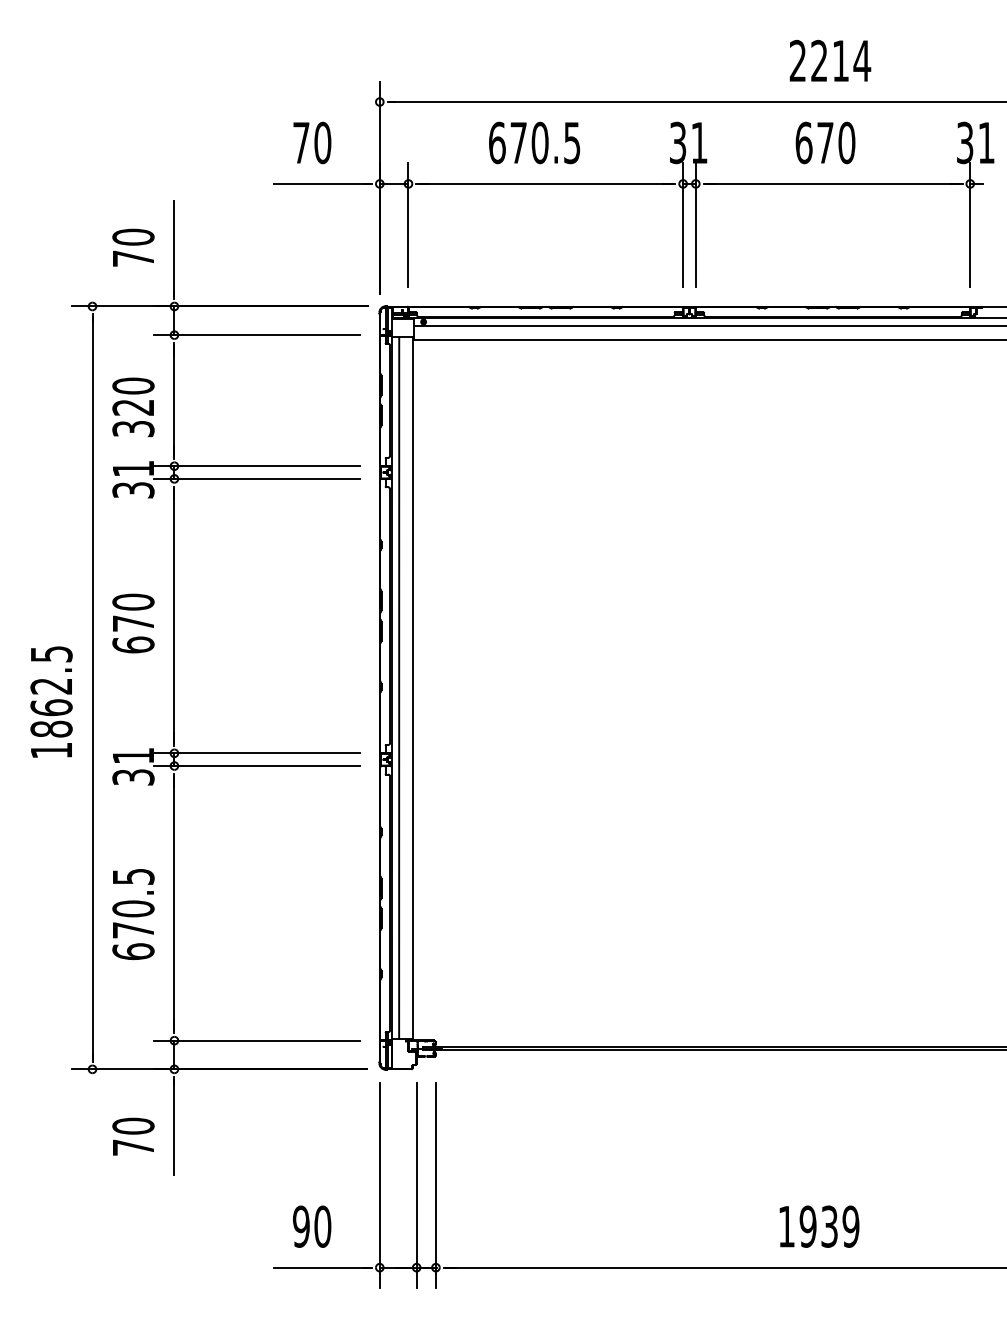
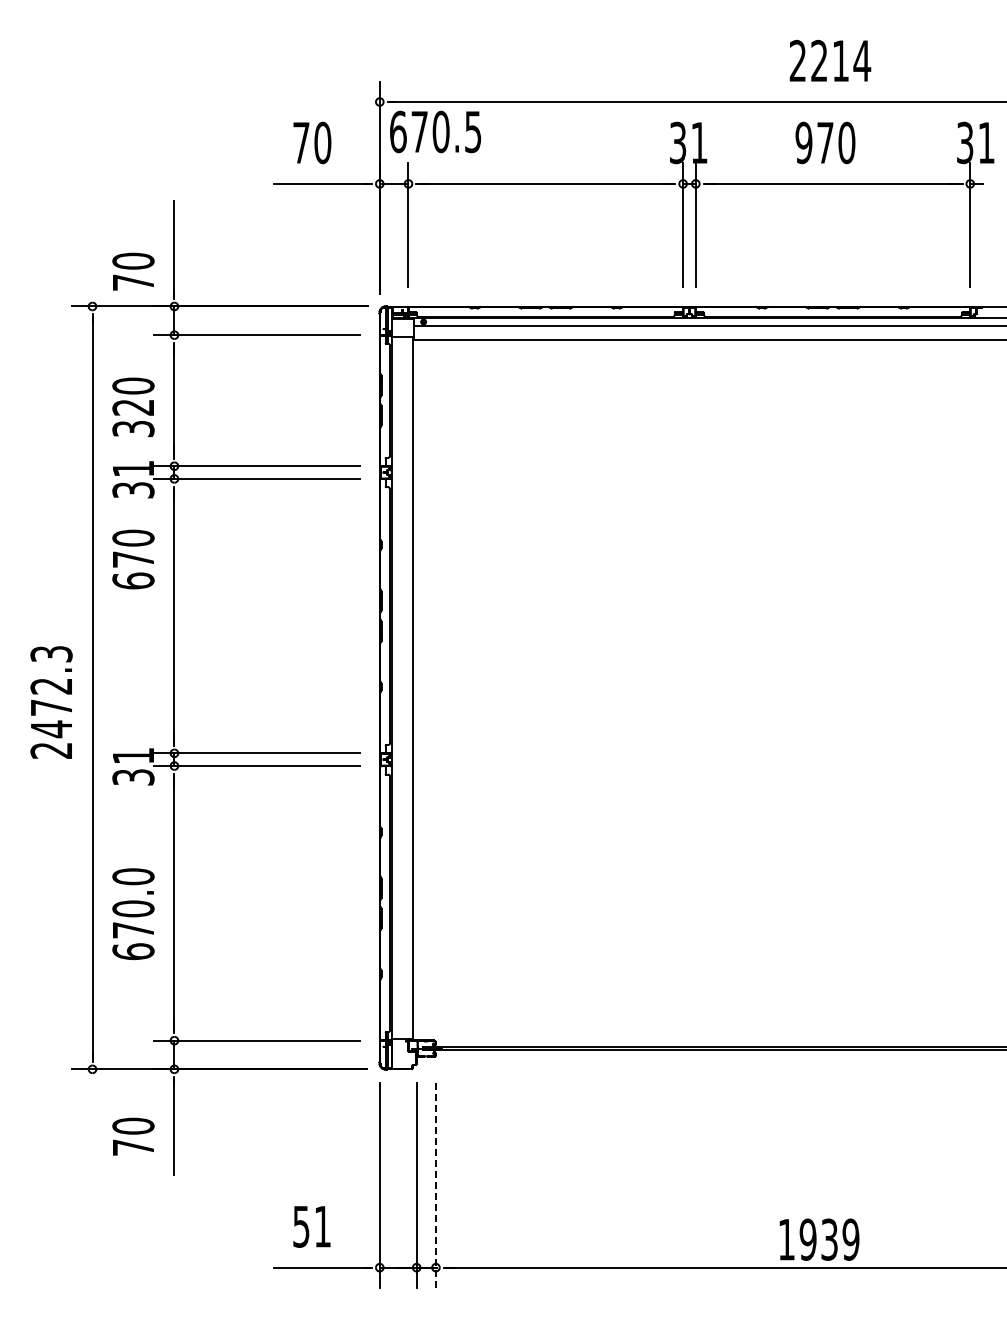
text at (534, 142) position: (534, 142) -> (435, 131)
text at (803, 142): 670 -> 970
text at (133, 247) position: (133, 247) -> (133, 271)
text at (133, 623) position: (133, 623) -> (133, 559)
line at (399, 687): present -> none
text at (51, 702): 1862.5 -> 2472.3
text at (133, 876): 670.5 -> 670.0
line at (435, 1186): solid -> dashed
text at (312, 1226): 90 -> 51
text at (819, 1226) position: (819, 1226) -> (819, 1239)
